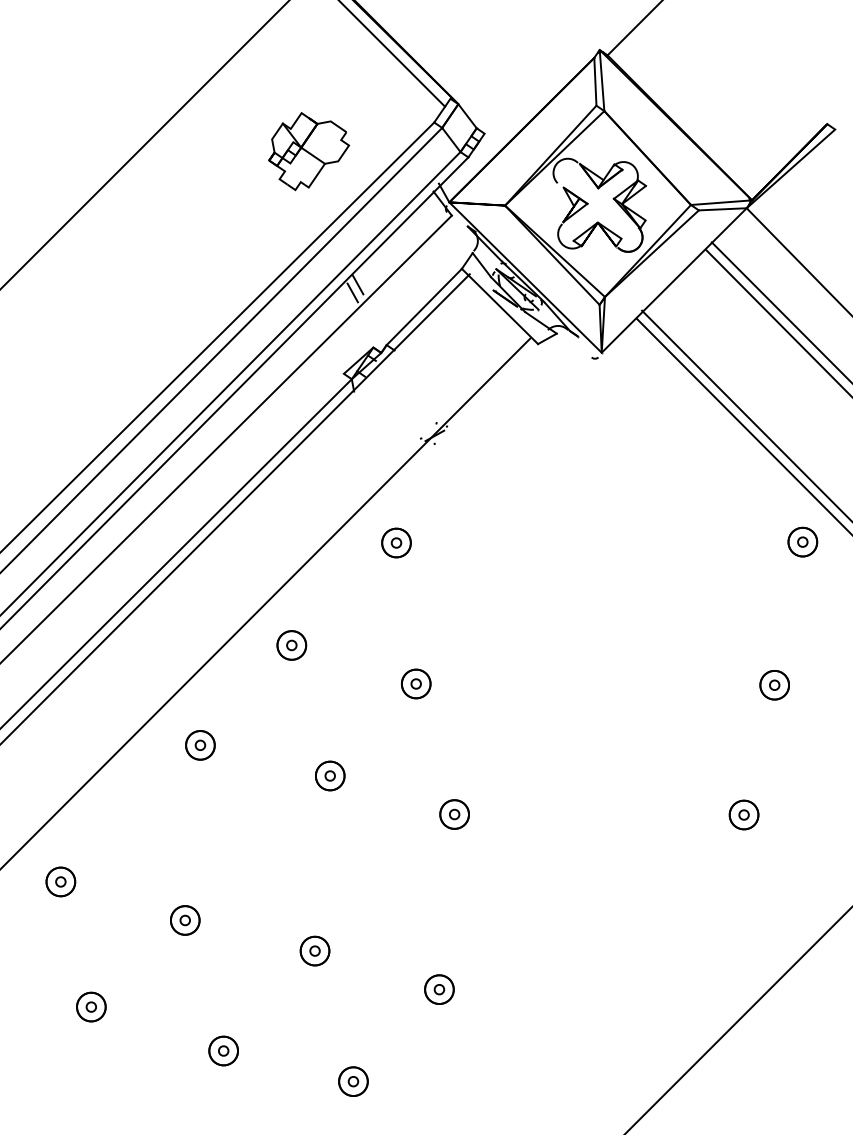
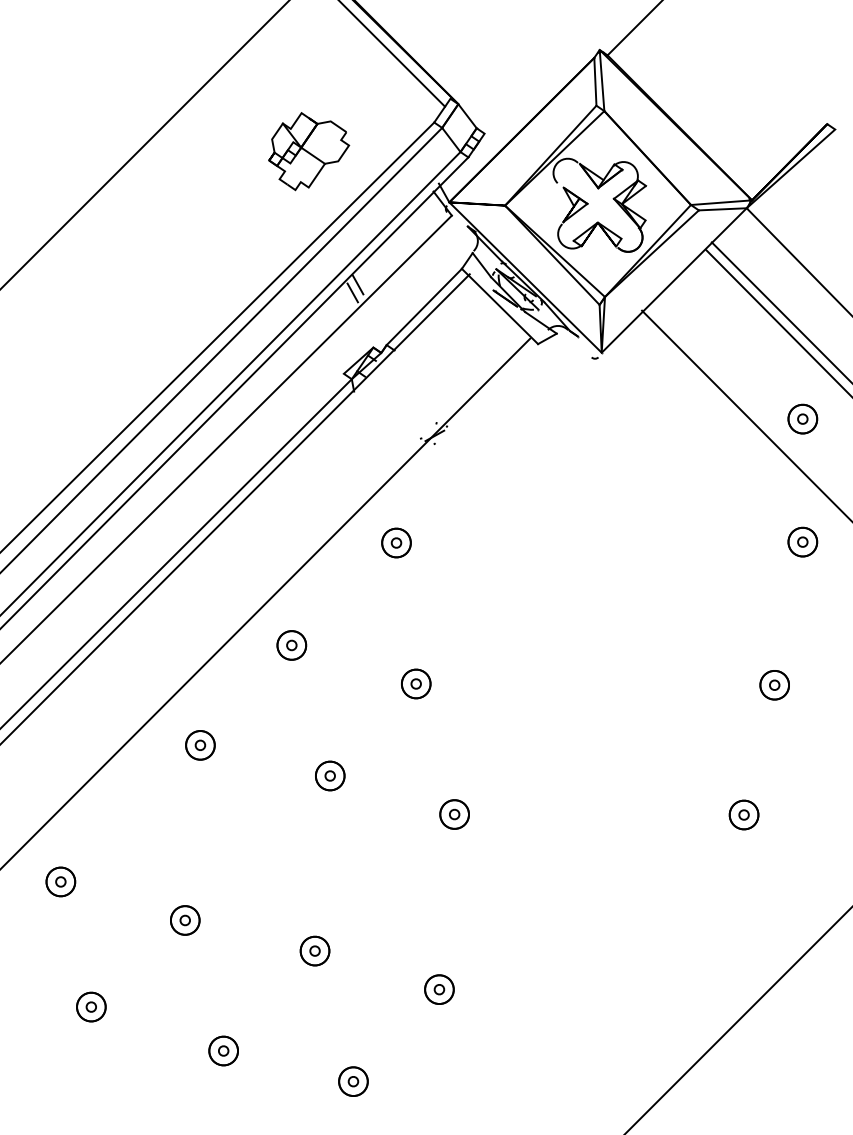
part at (802, 418): none -> present
line at (742, 425): present -> none
